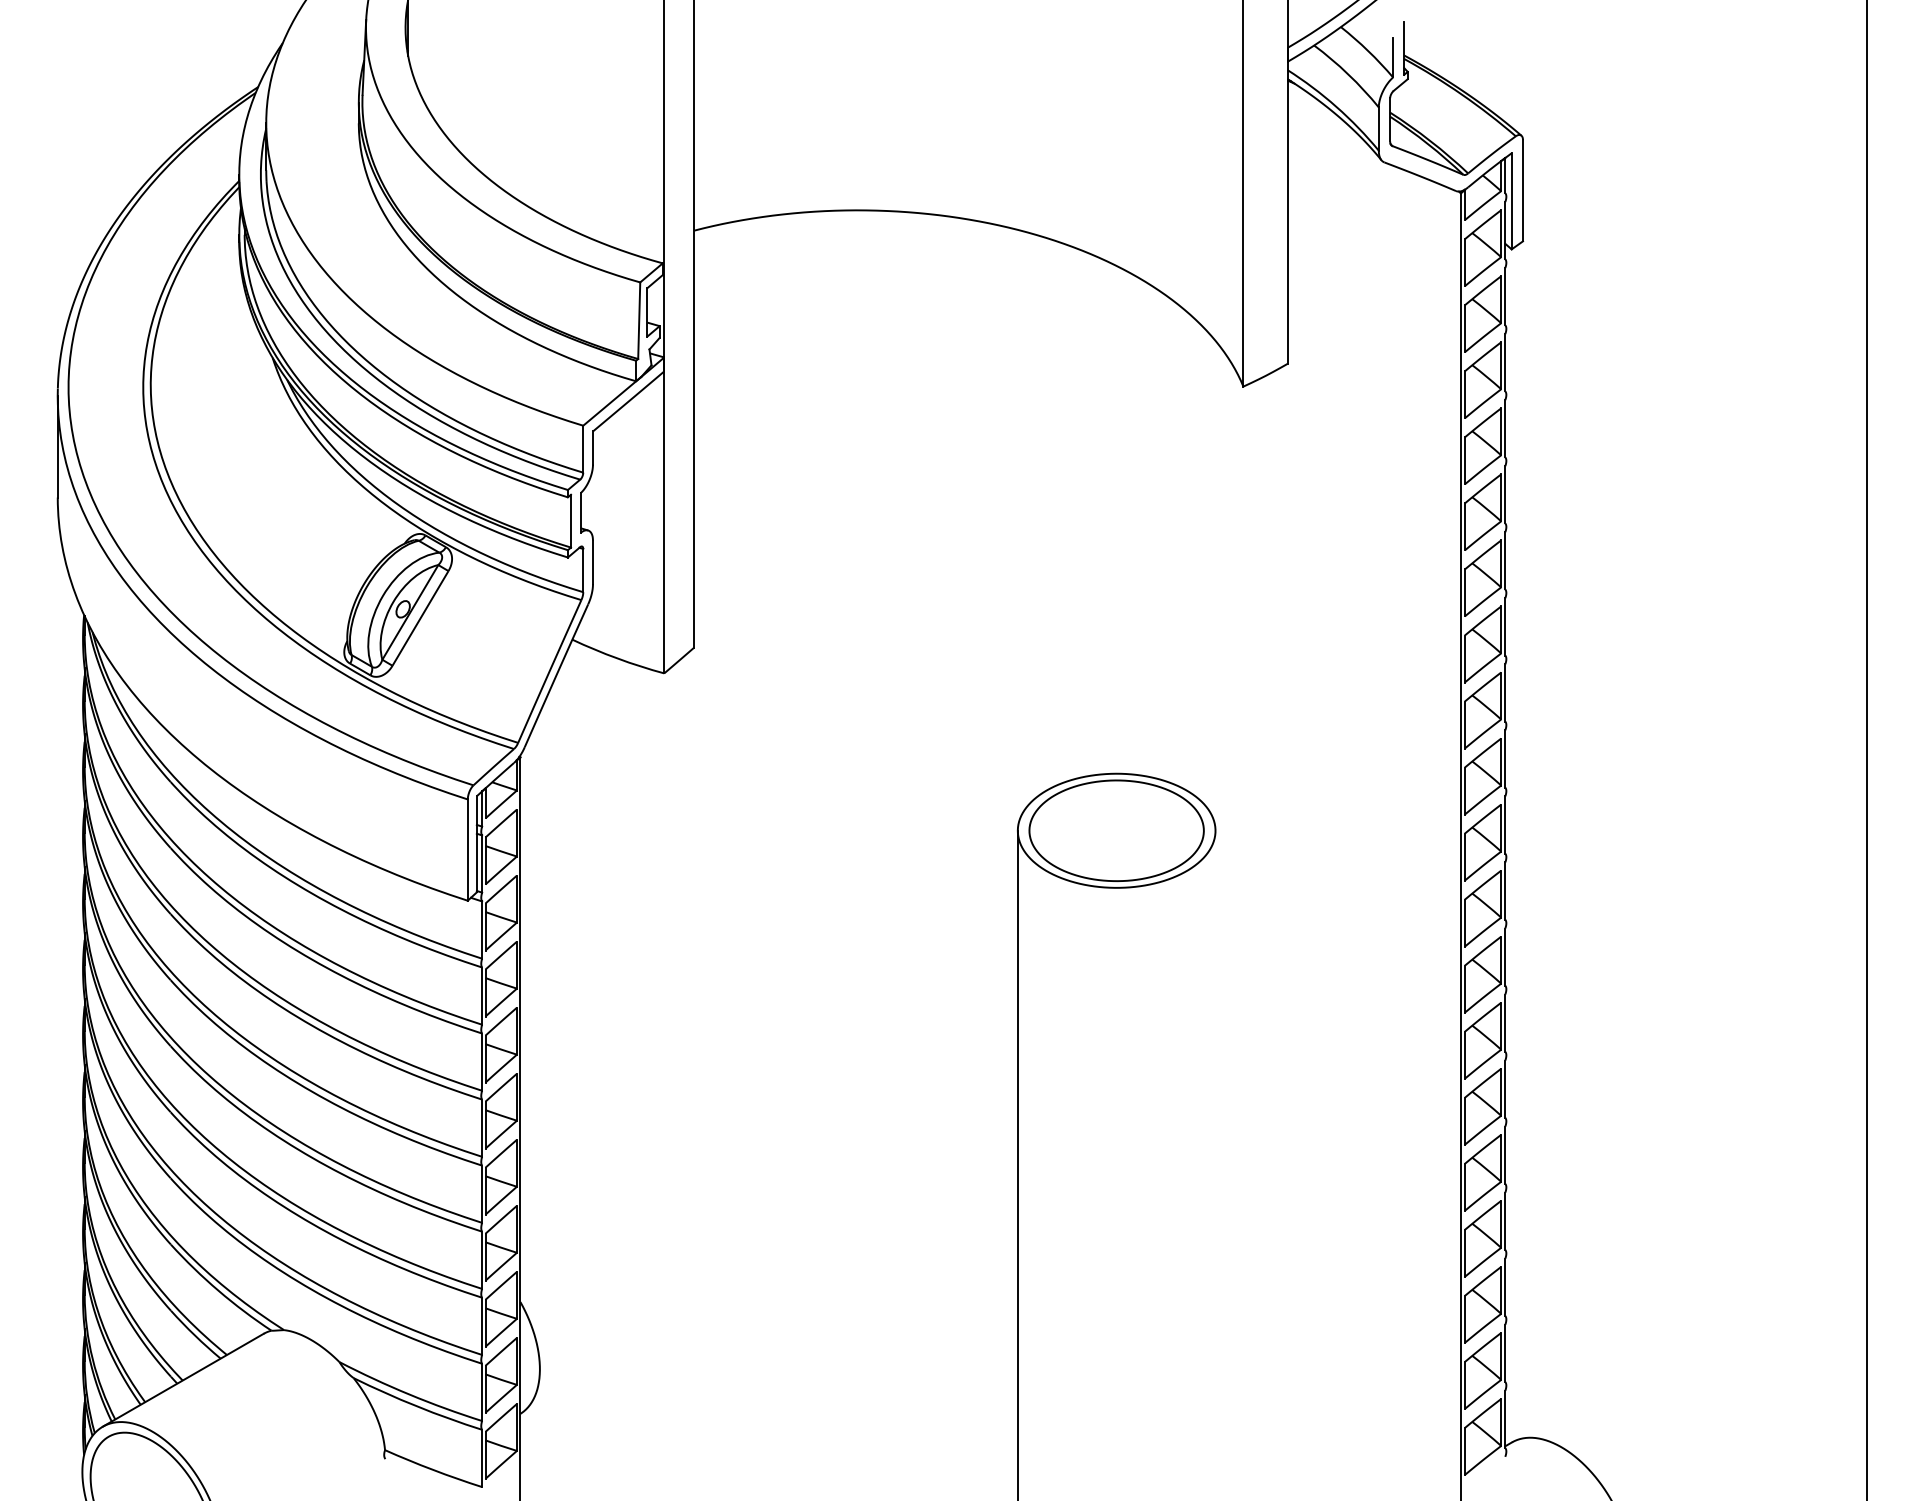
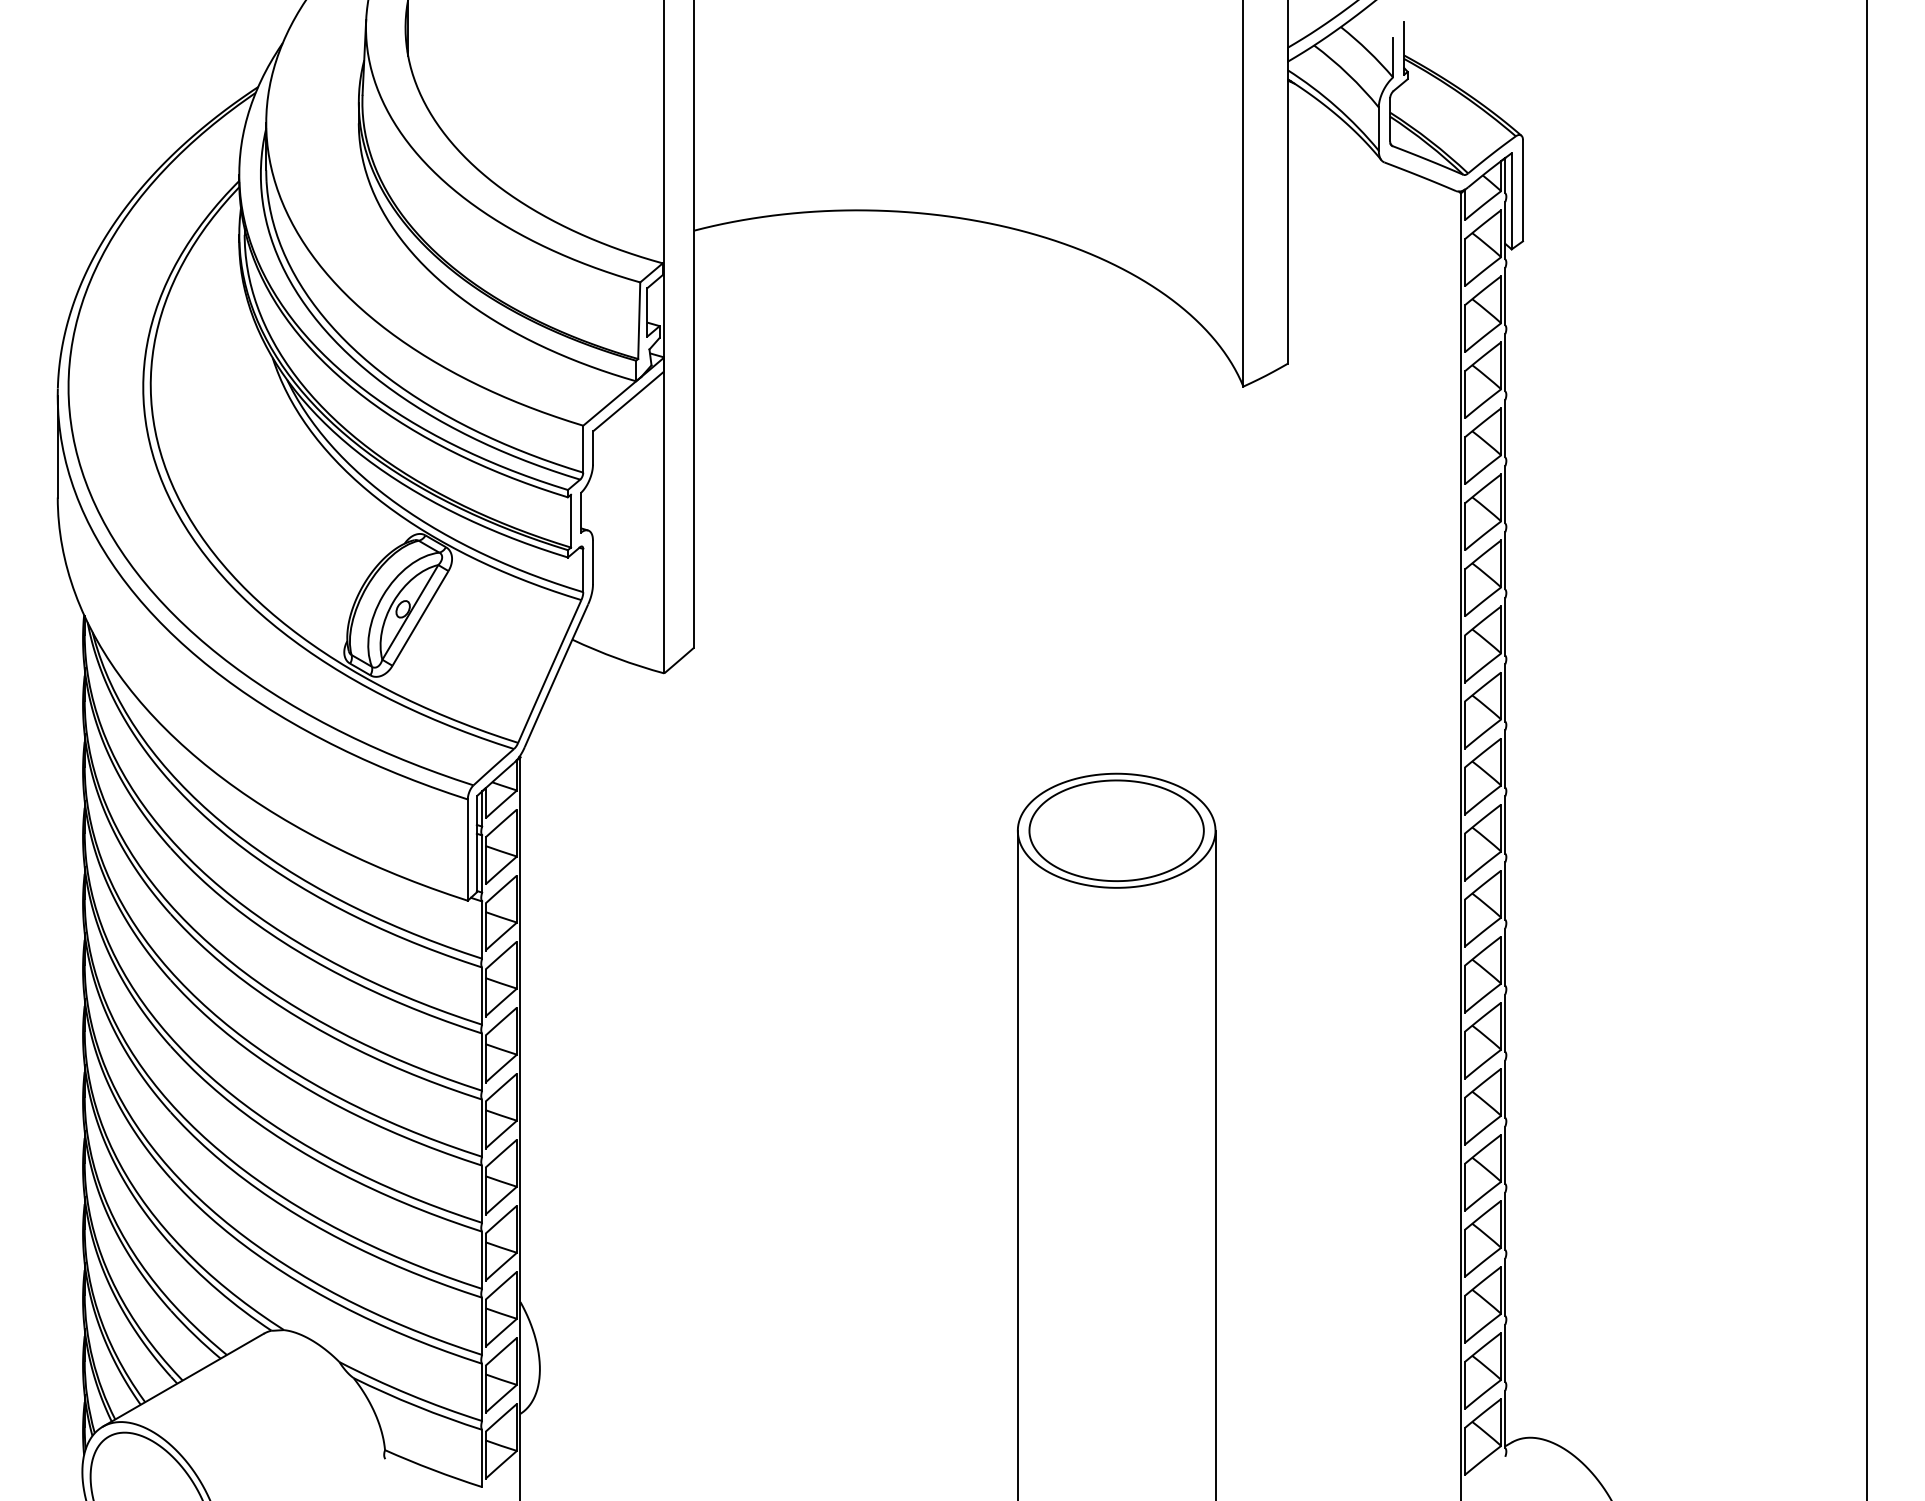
line at (1215, 1163): none -> present
